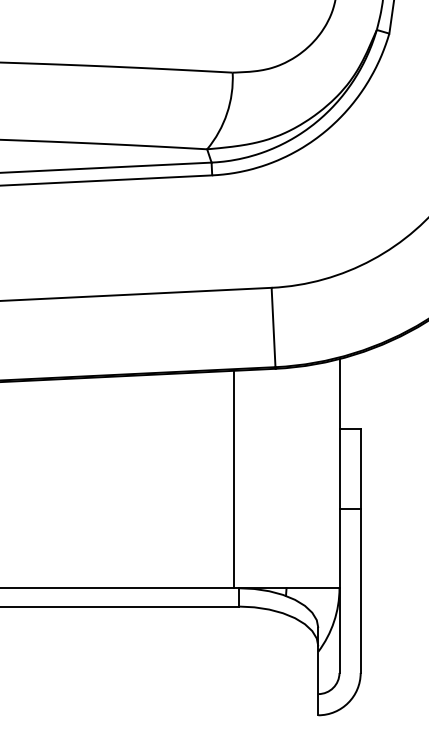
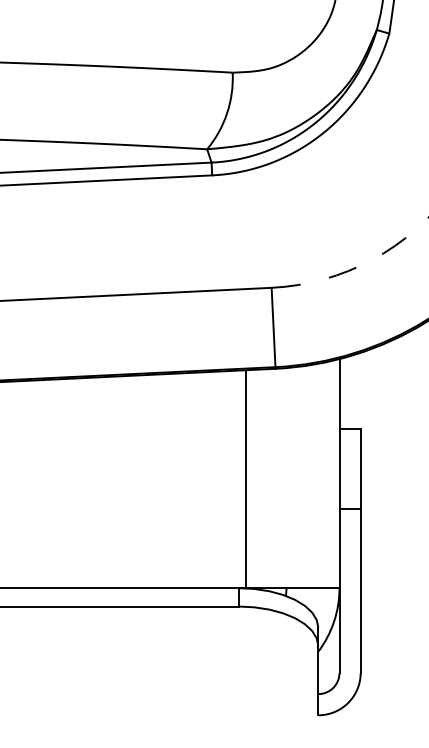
arc at (357, 267): solid -> dashed
line at (233, 479) position: (233, 479) -> (245, 479)
